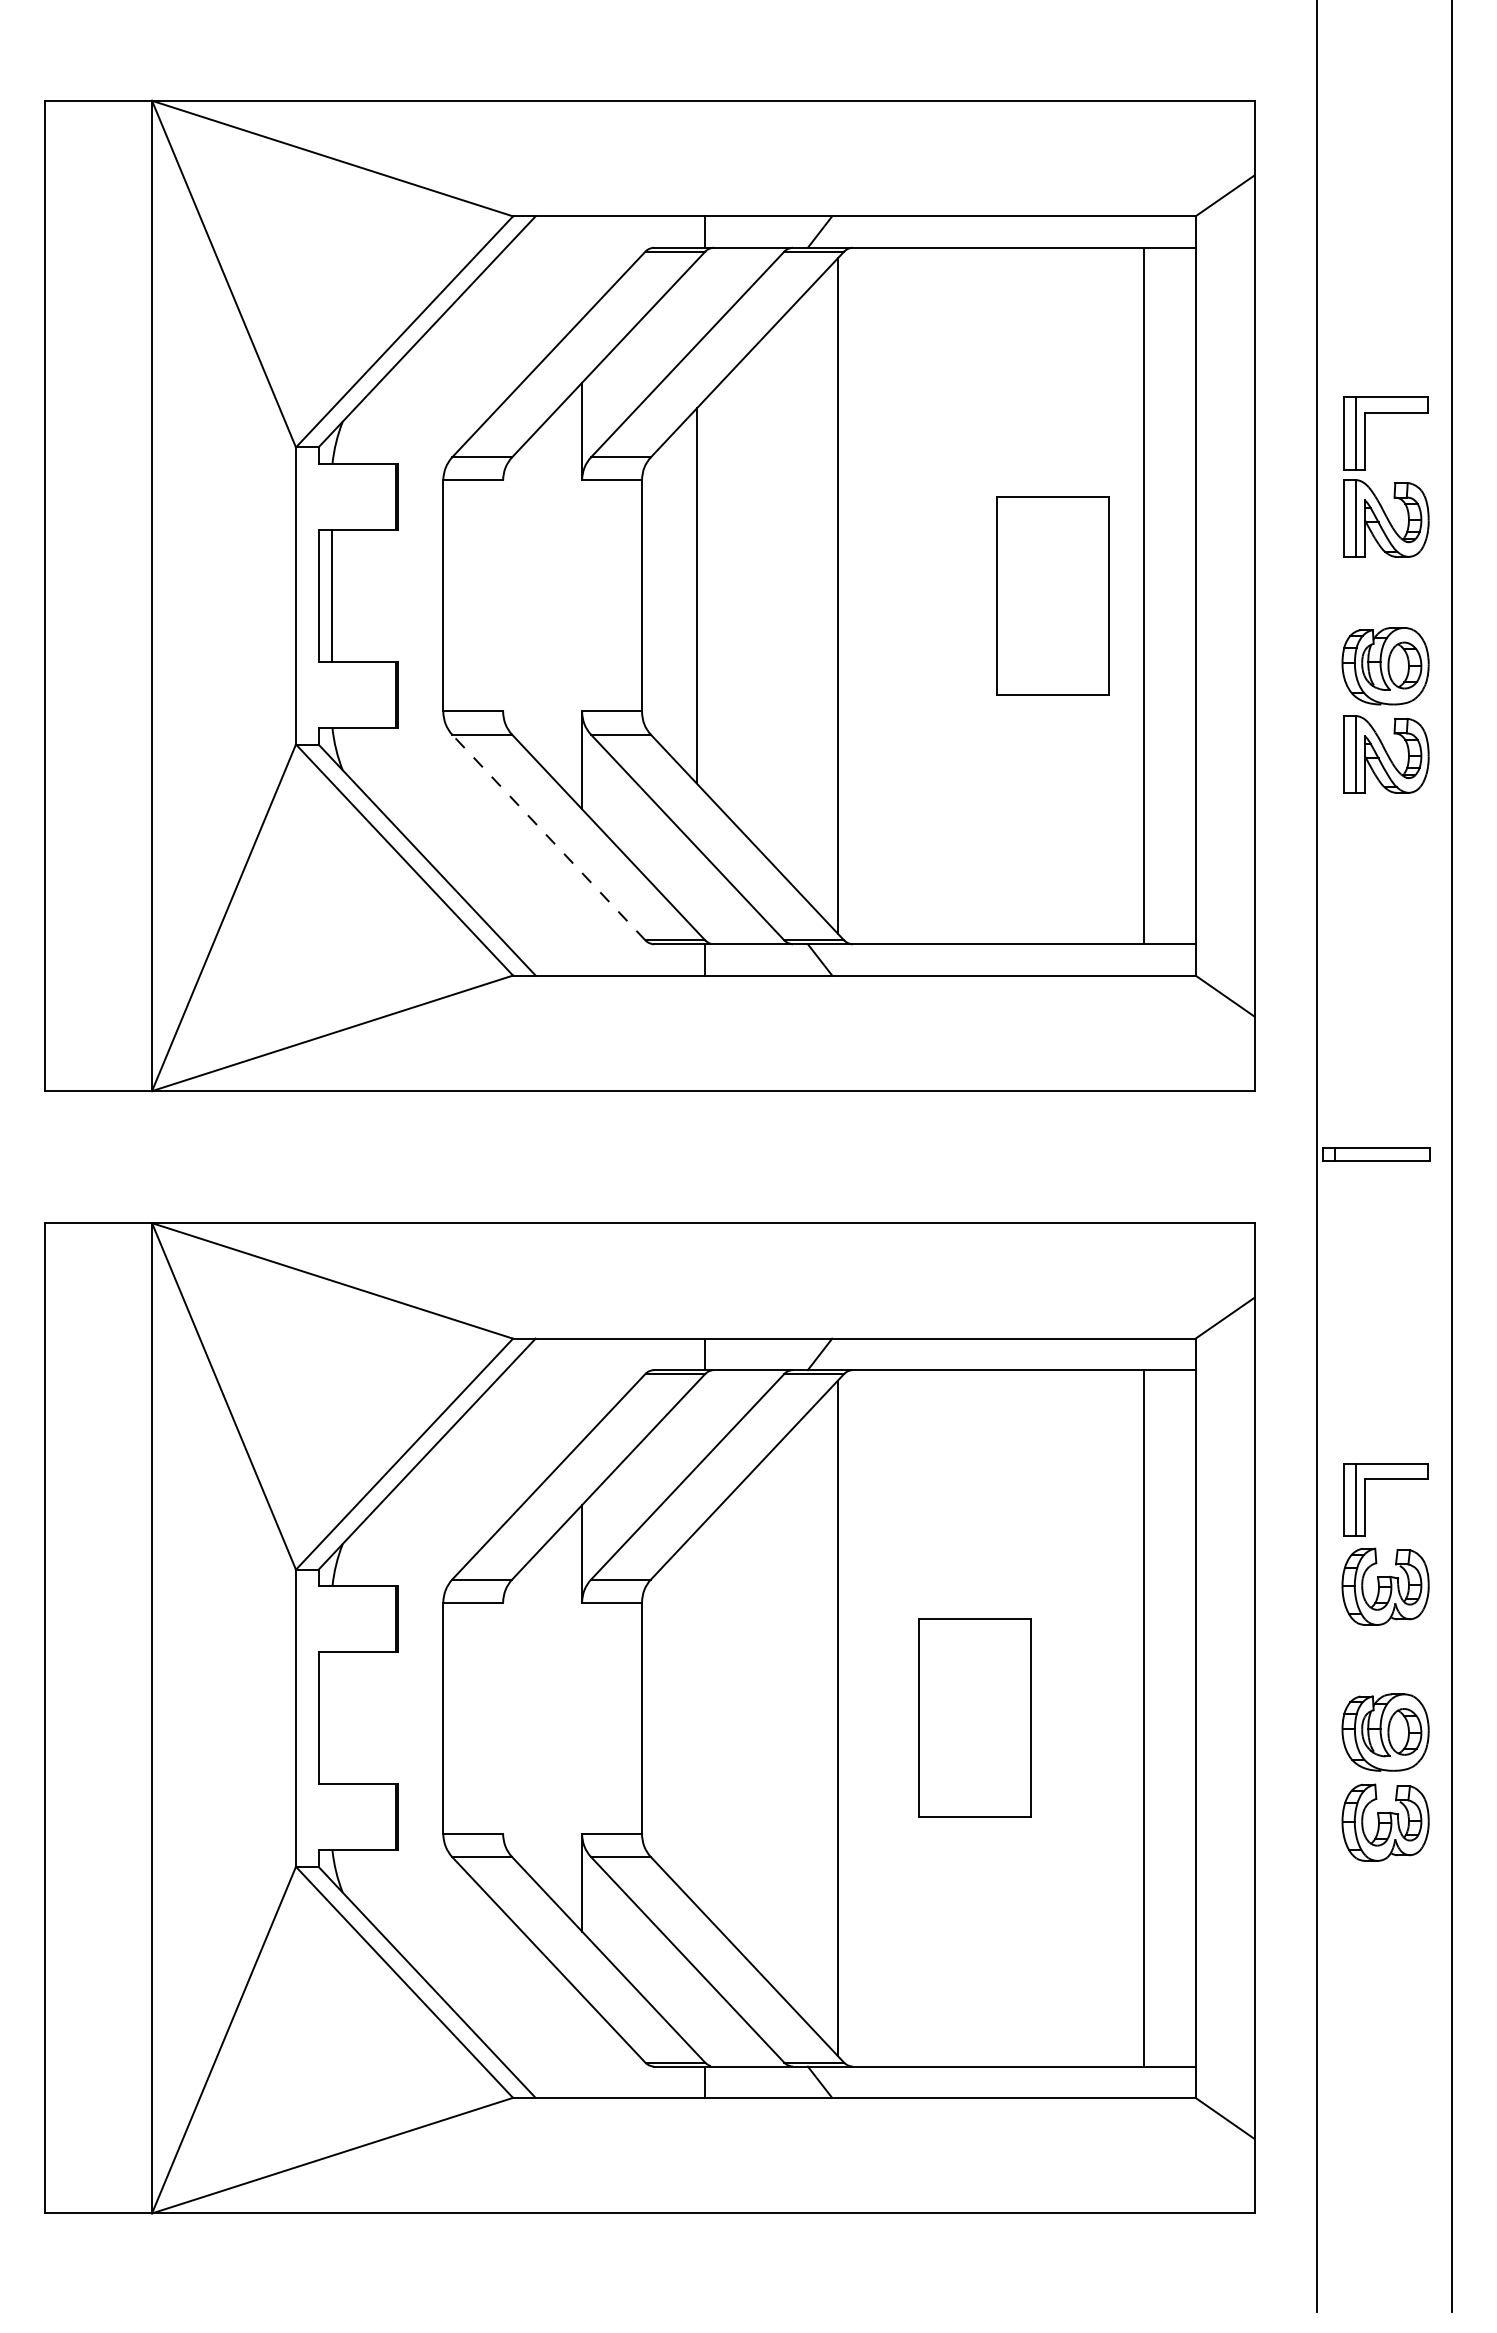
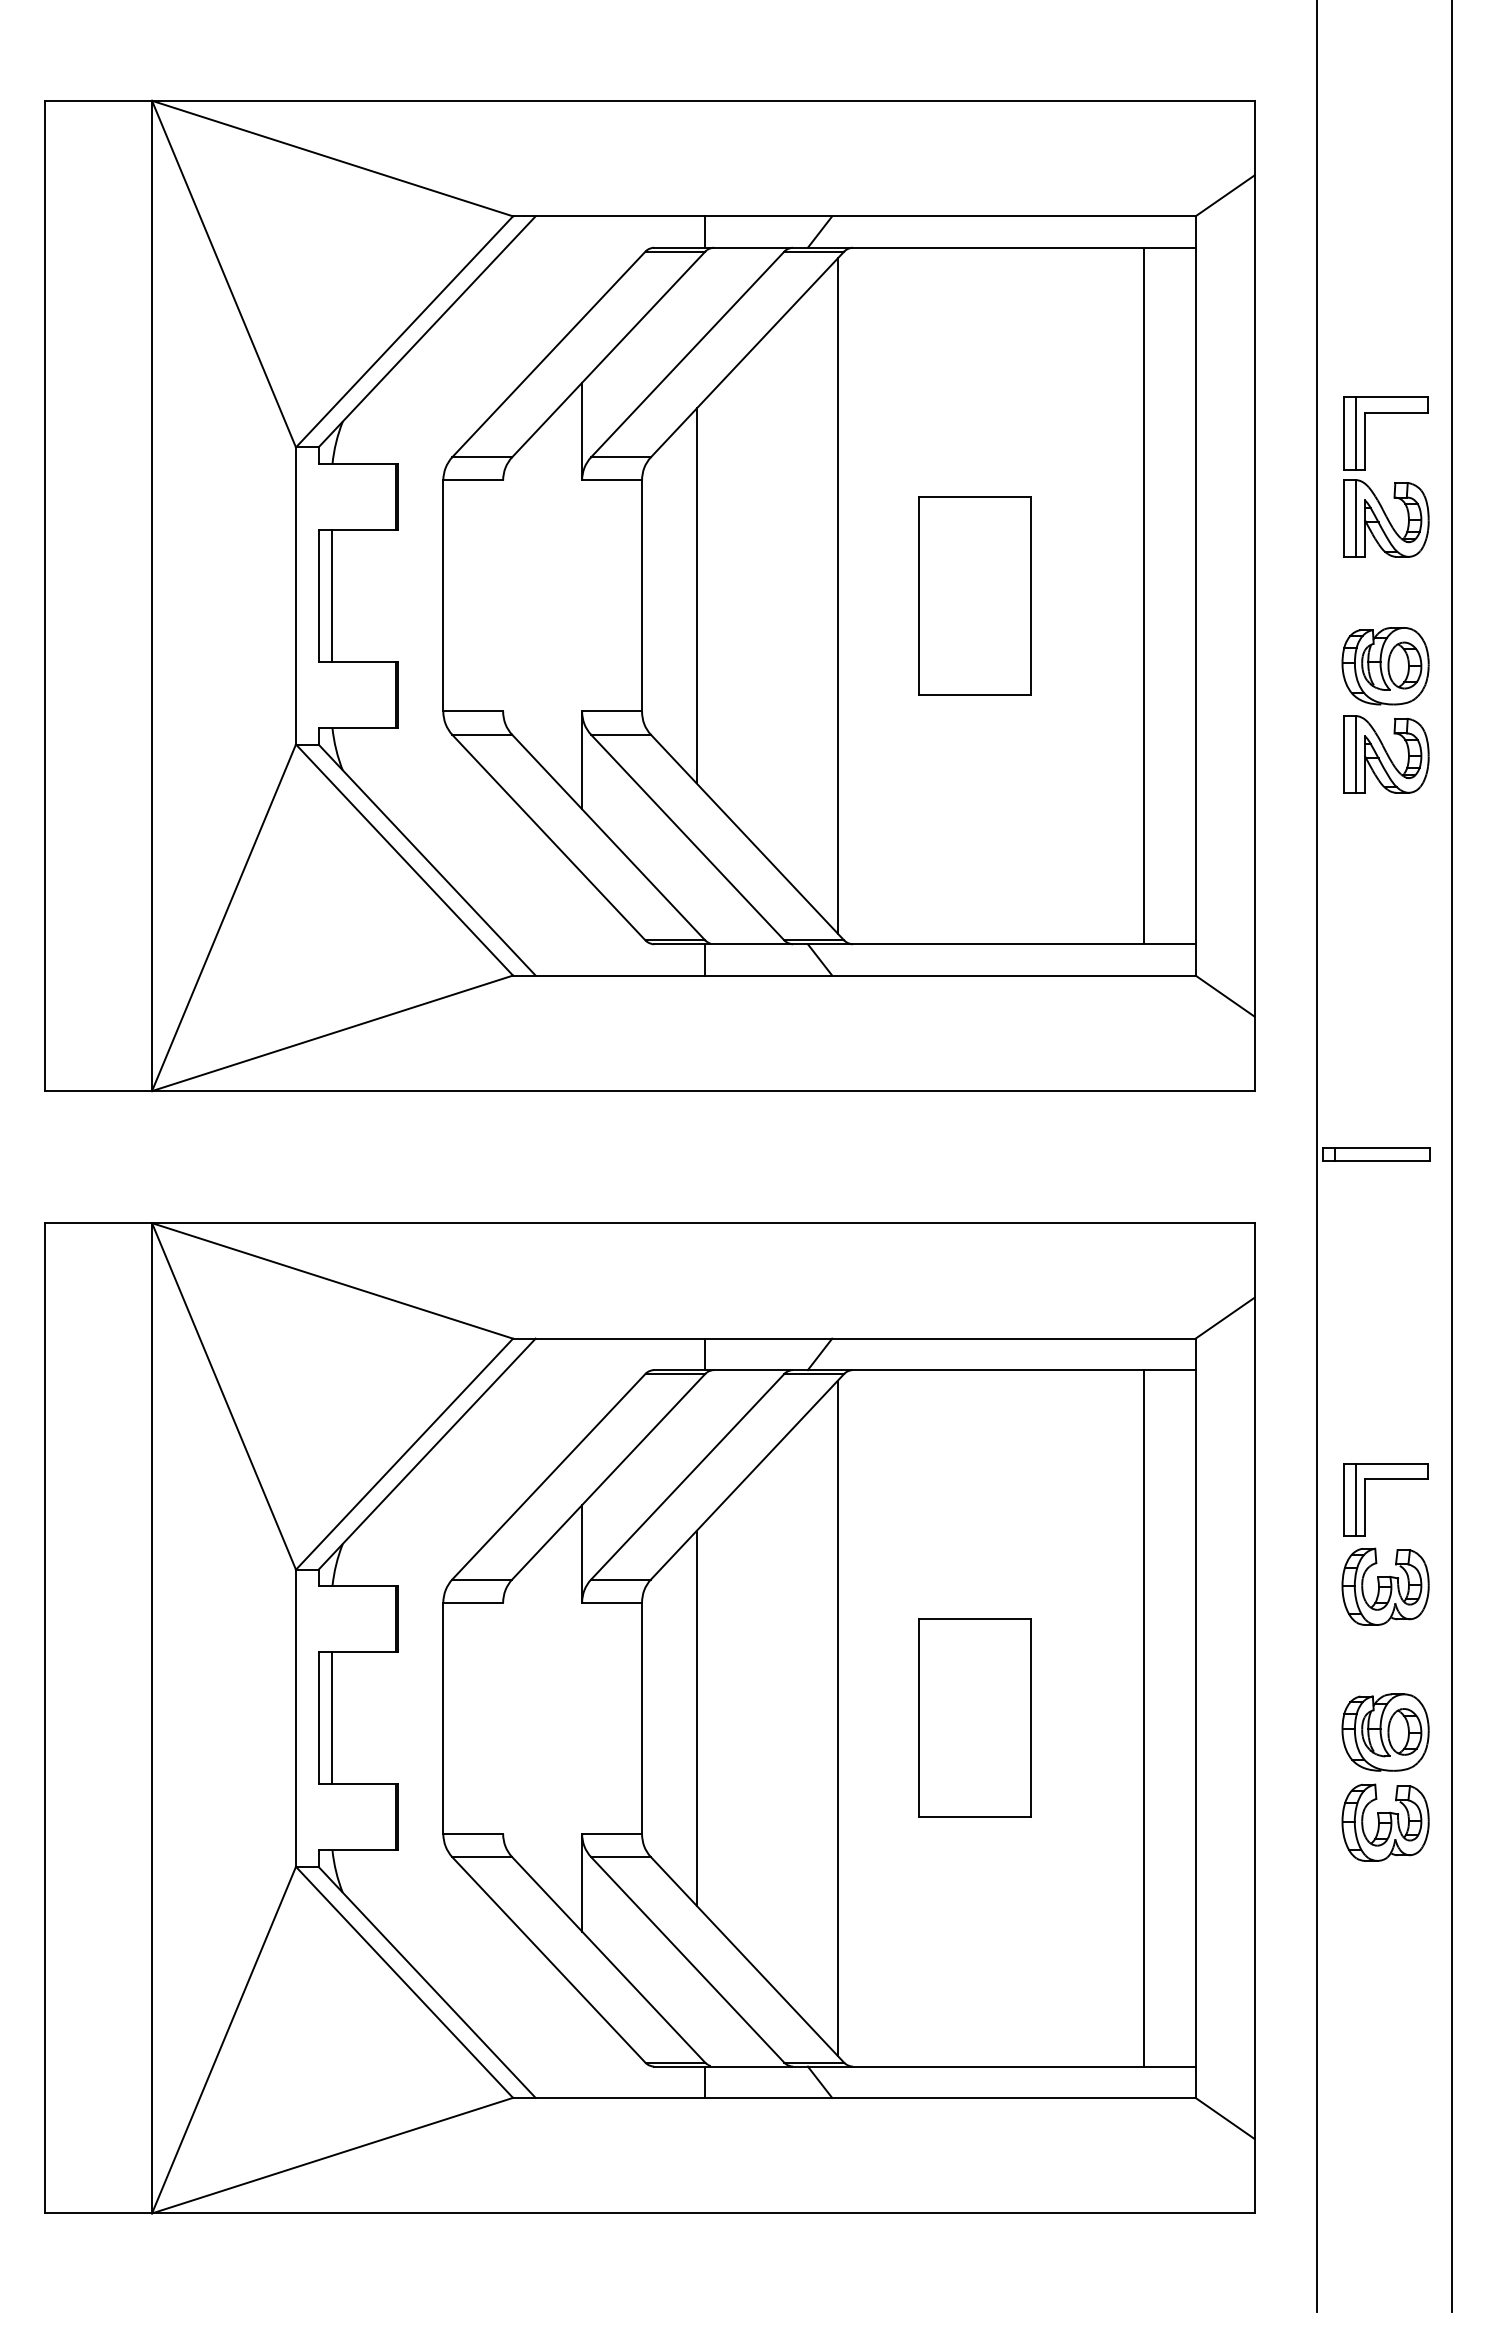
part at (1052, 595) position: (1052, 595) -> (974, 595)
line at (548, 837): dashed -> solid
line at (696, 1717): none -> present
line at (331, 1718): none -> present
